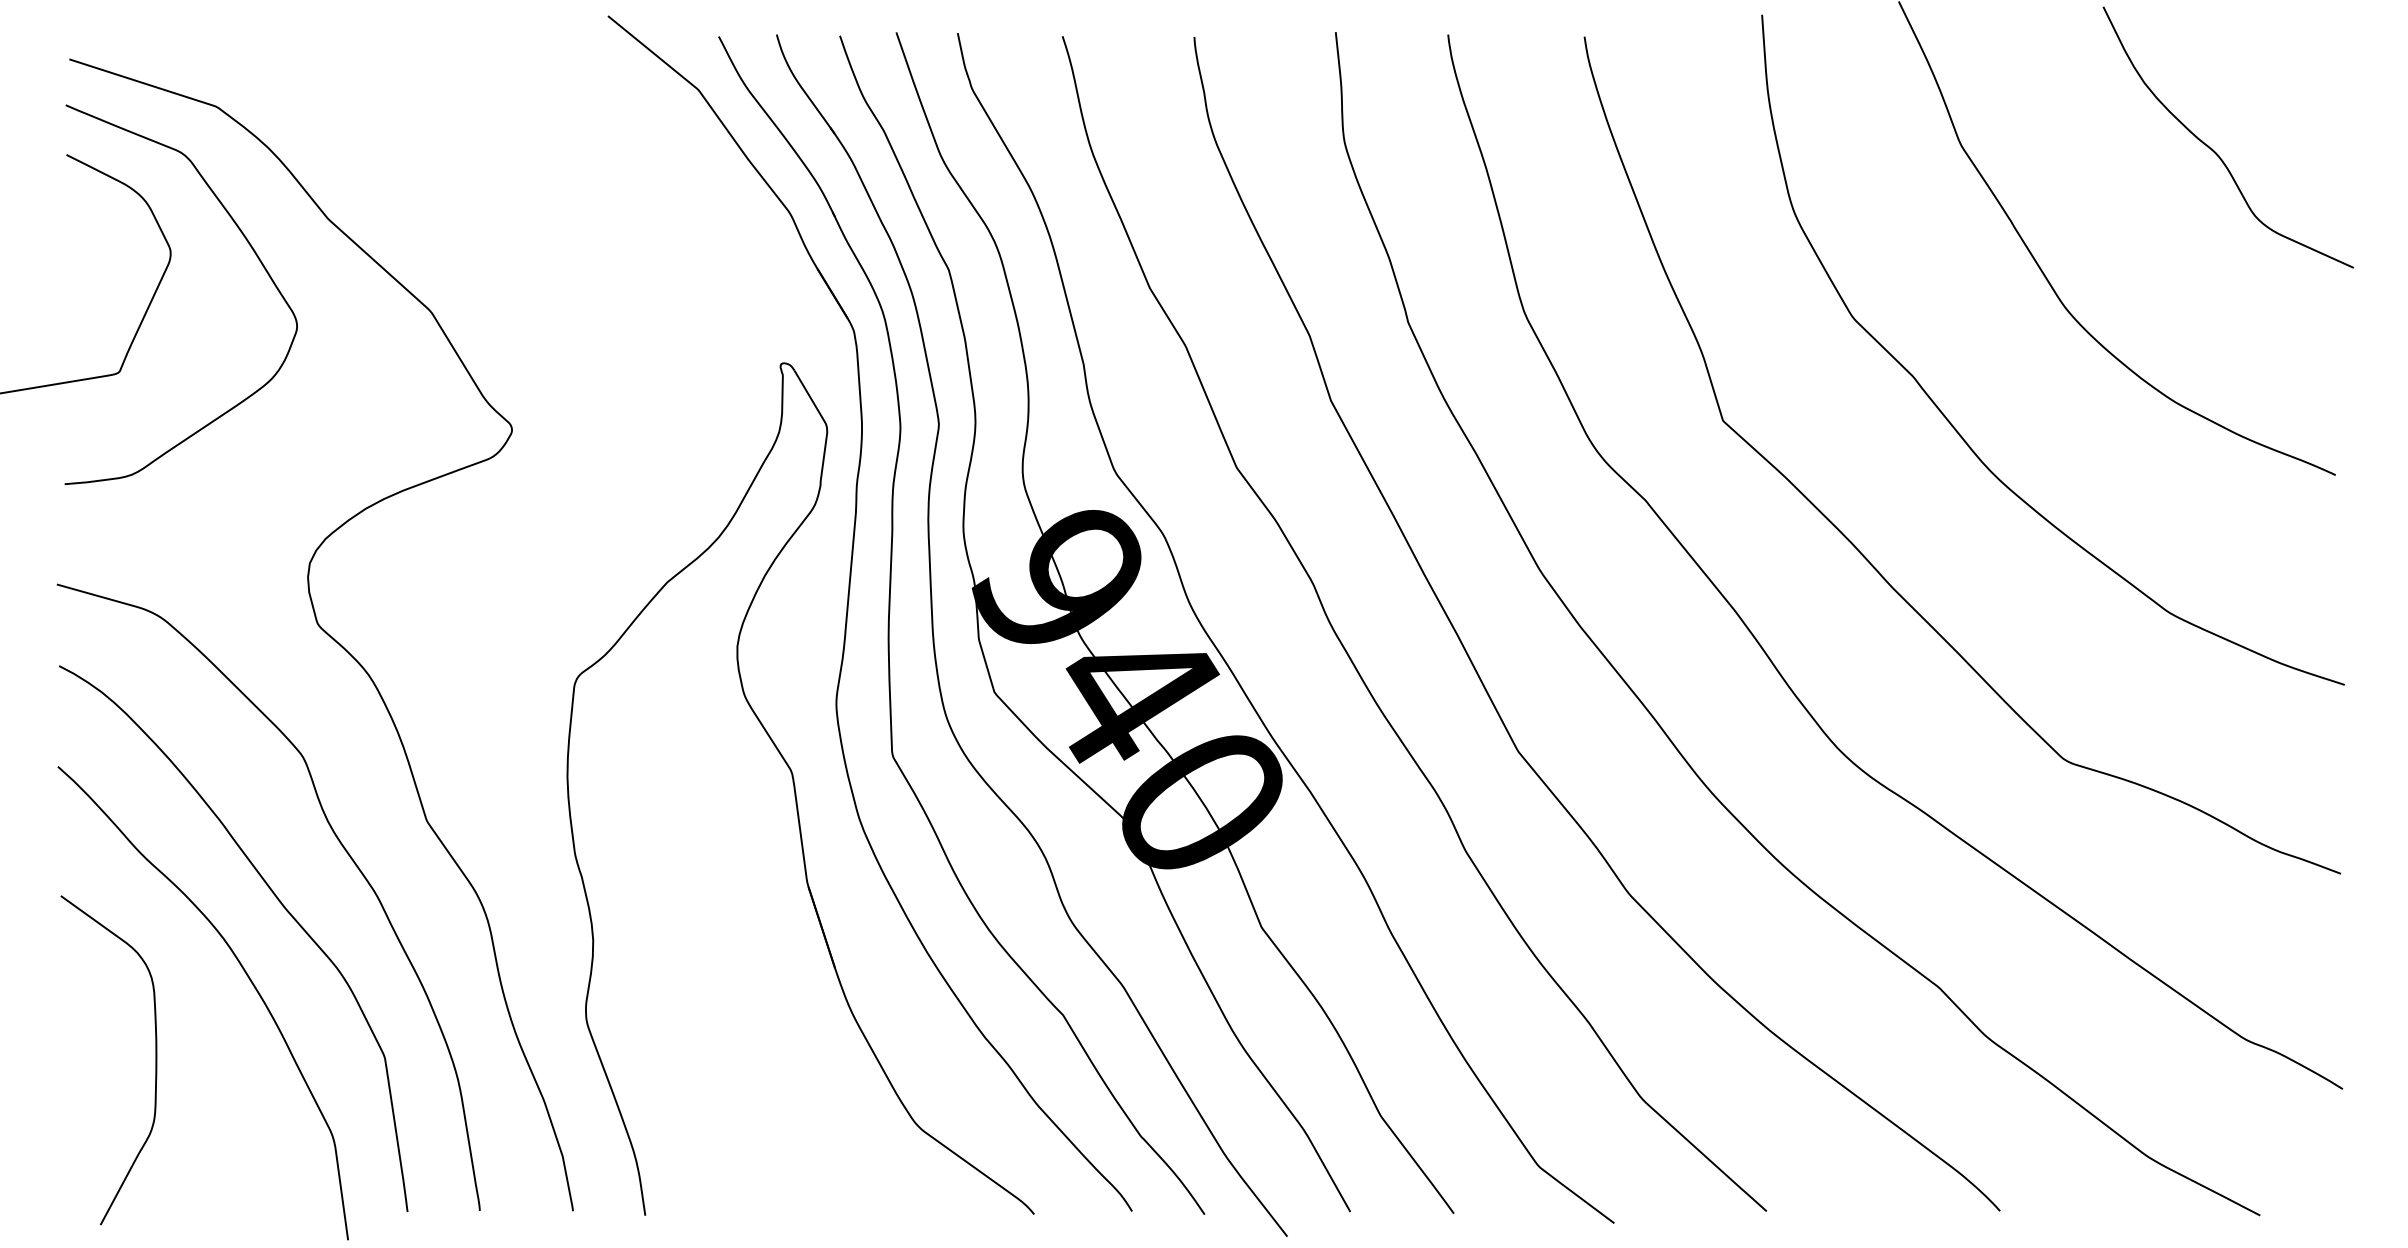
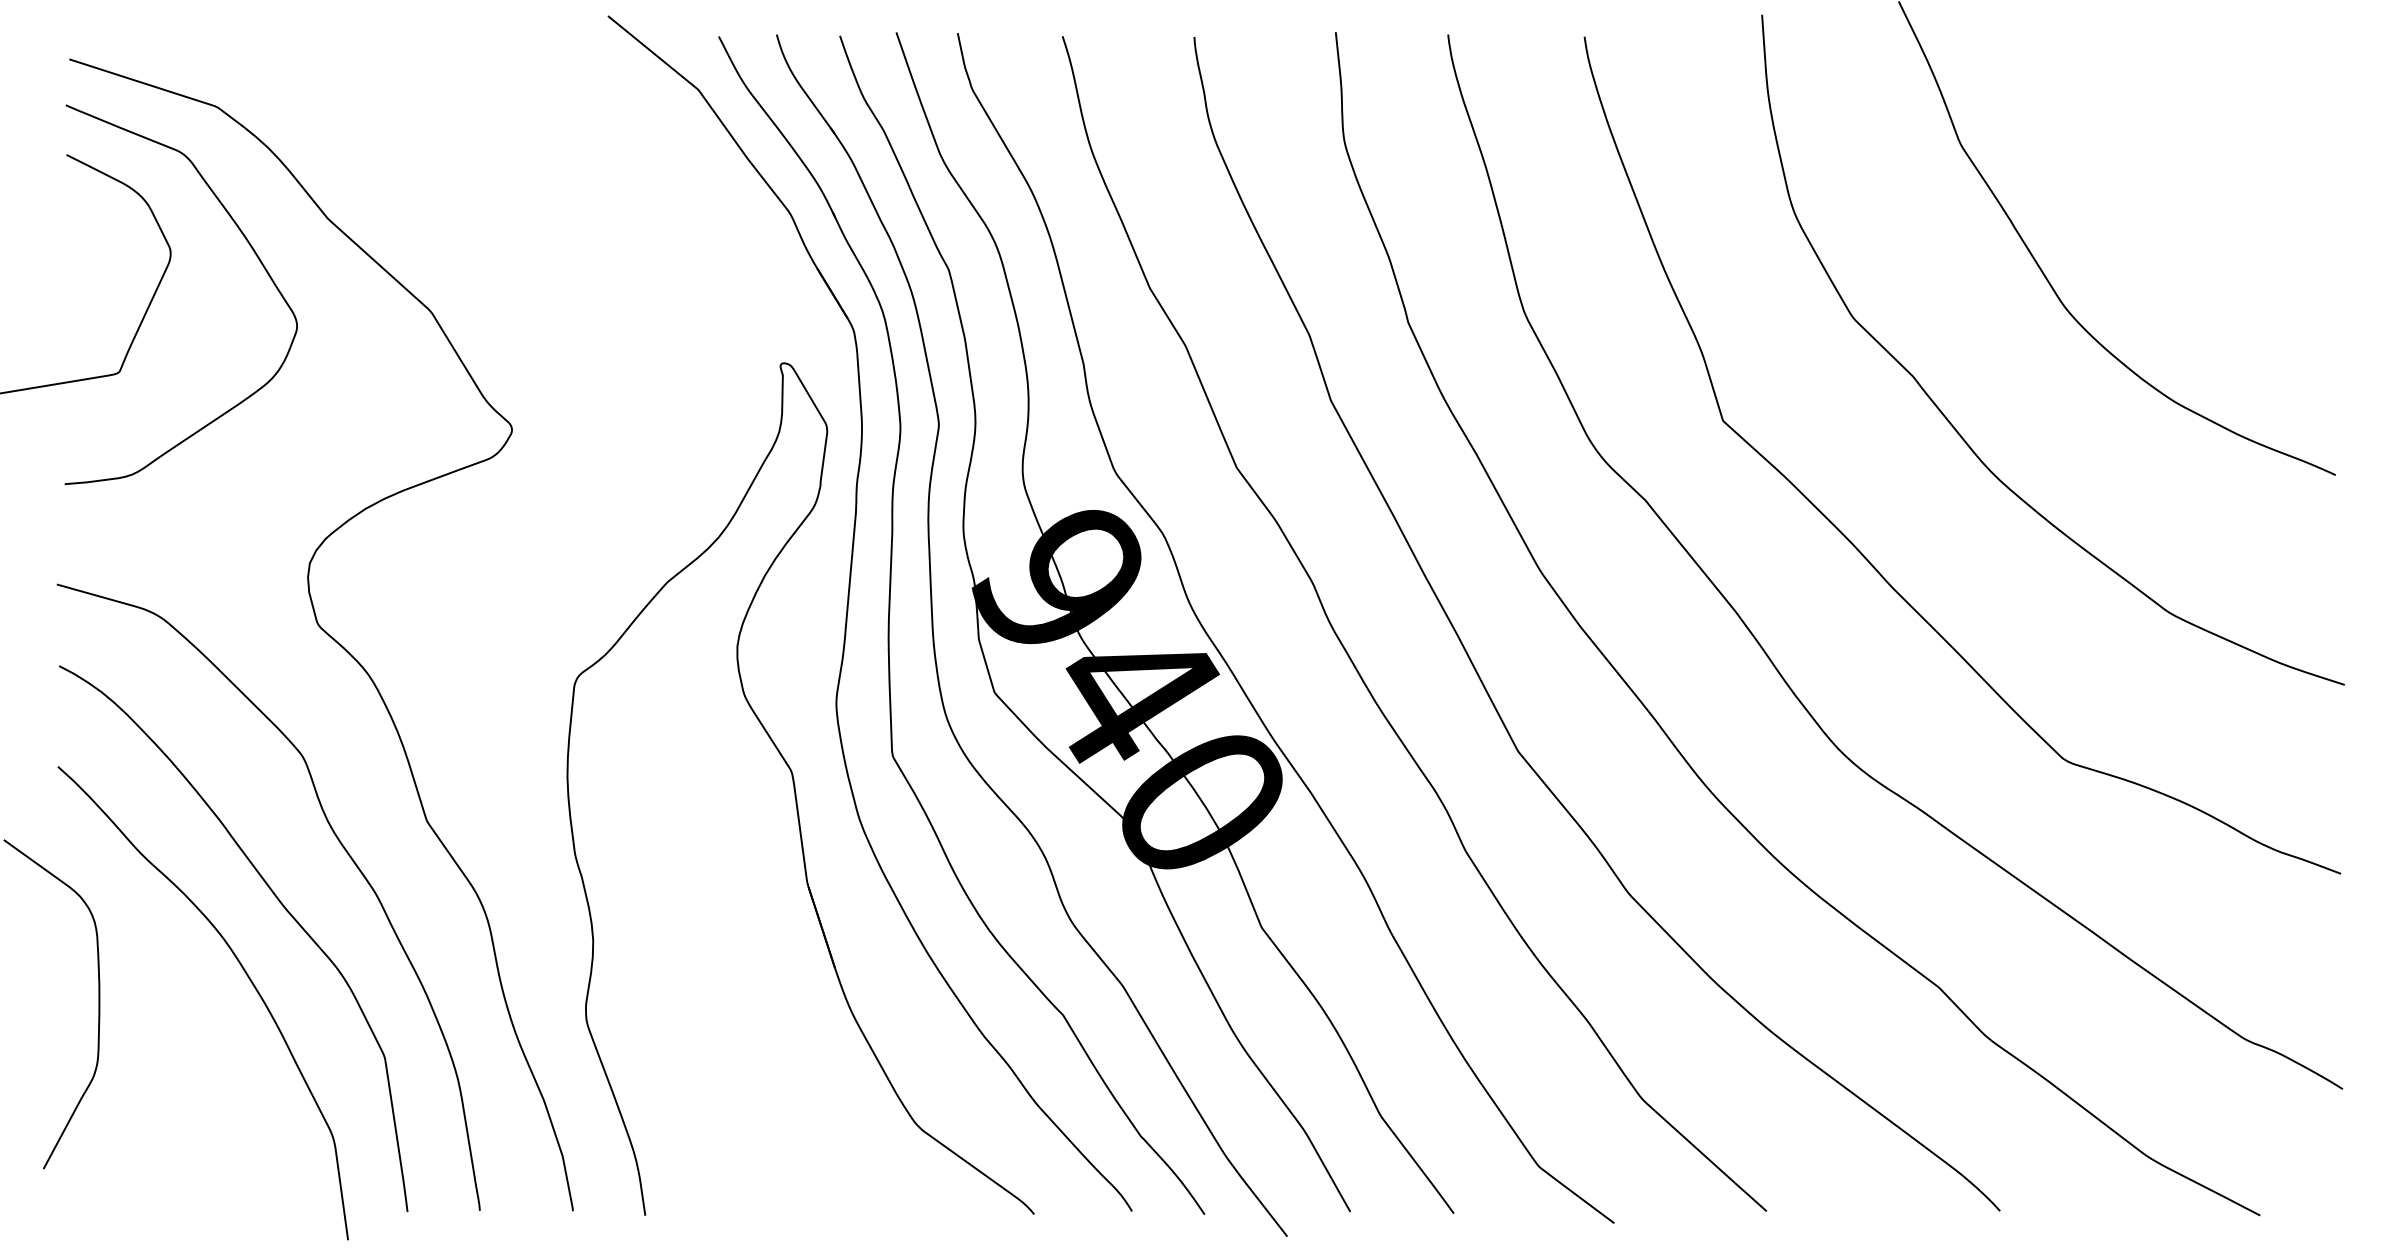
curve at (2214, 150): present -> none
curve at (155, 1060) position: (155, 1060) -> (98, 1004)
